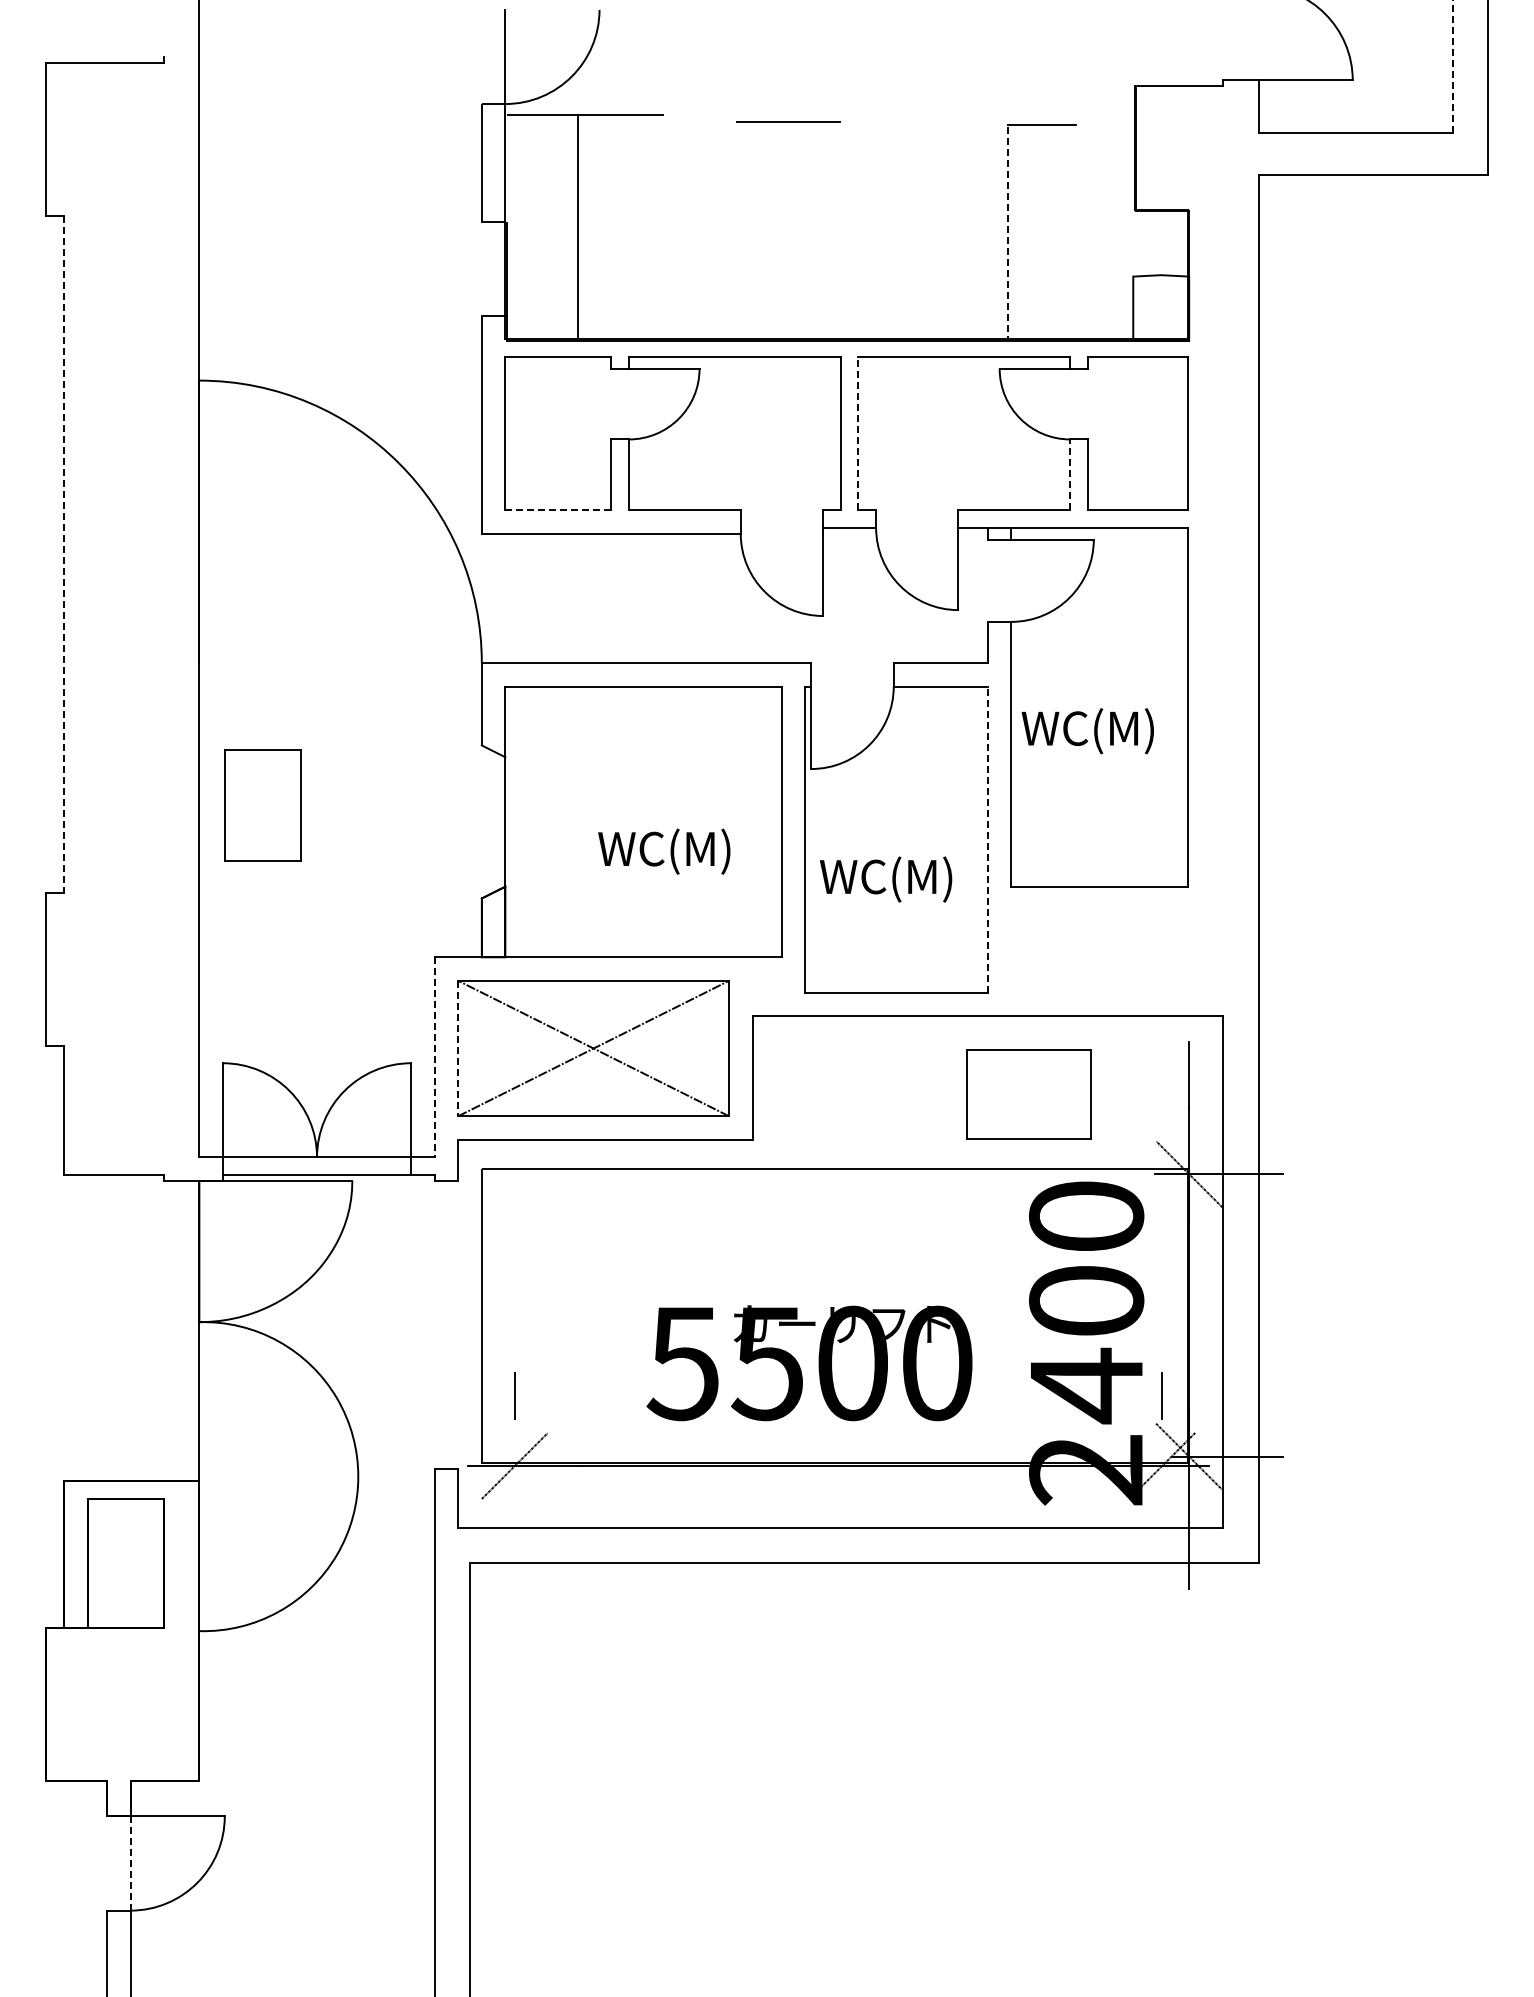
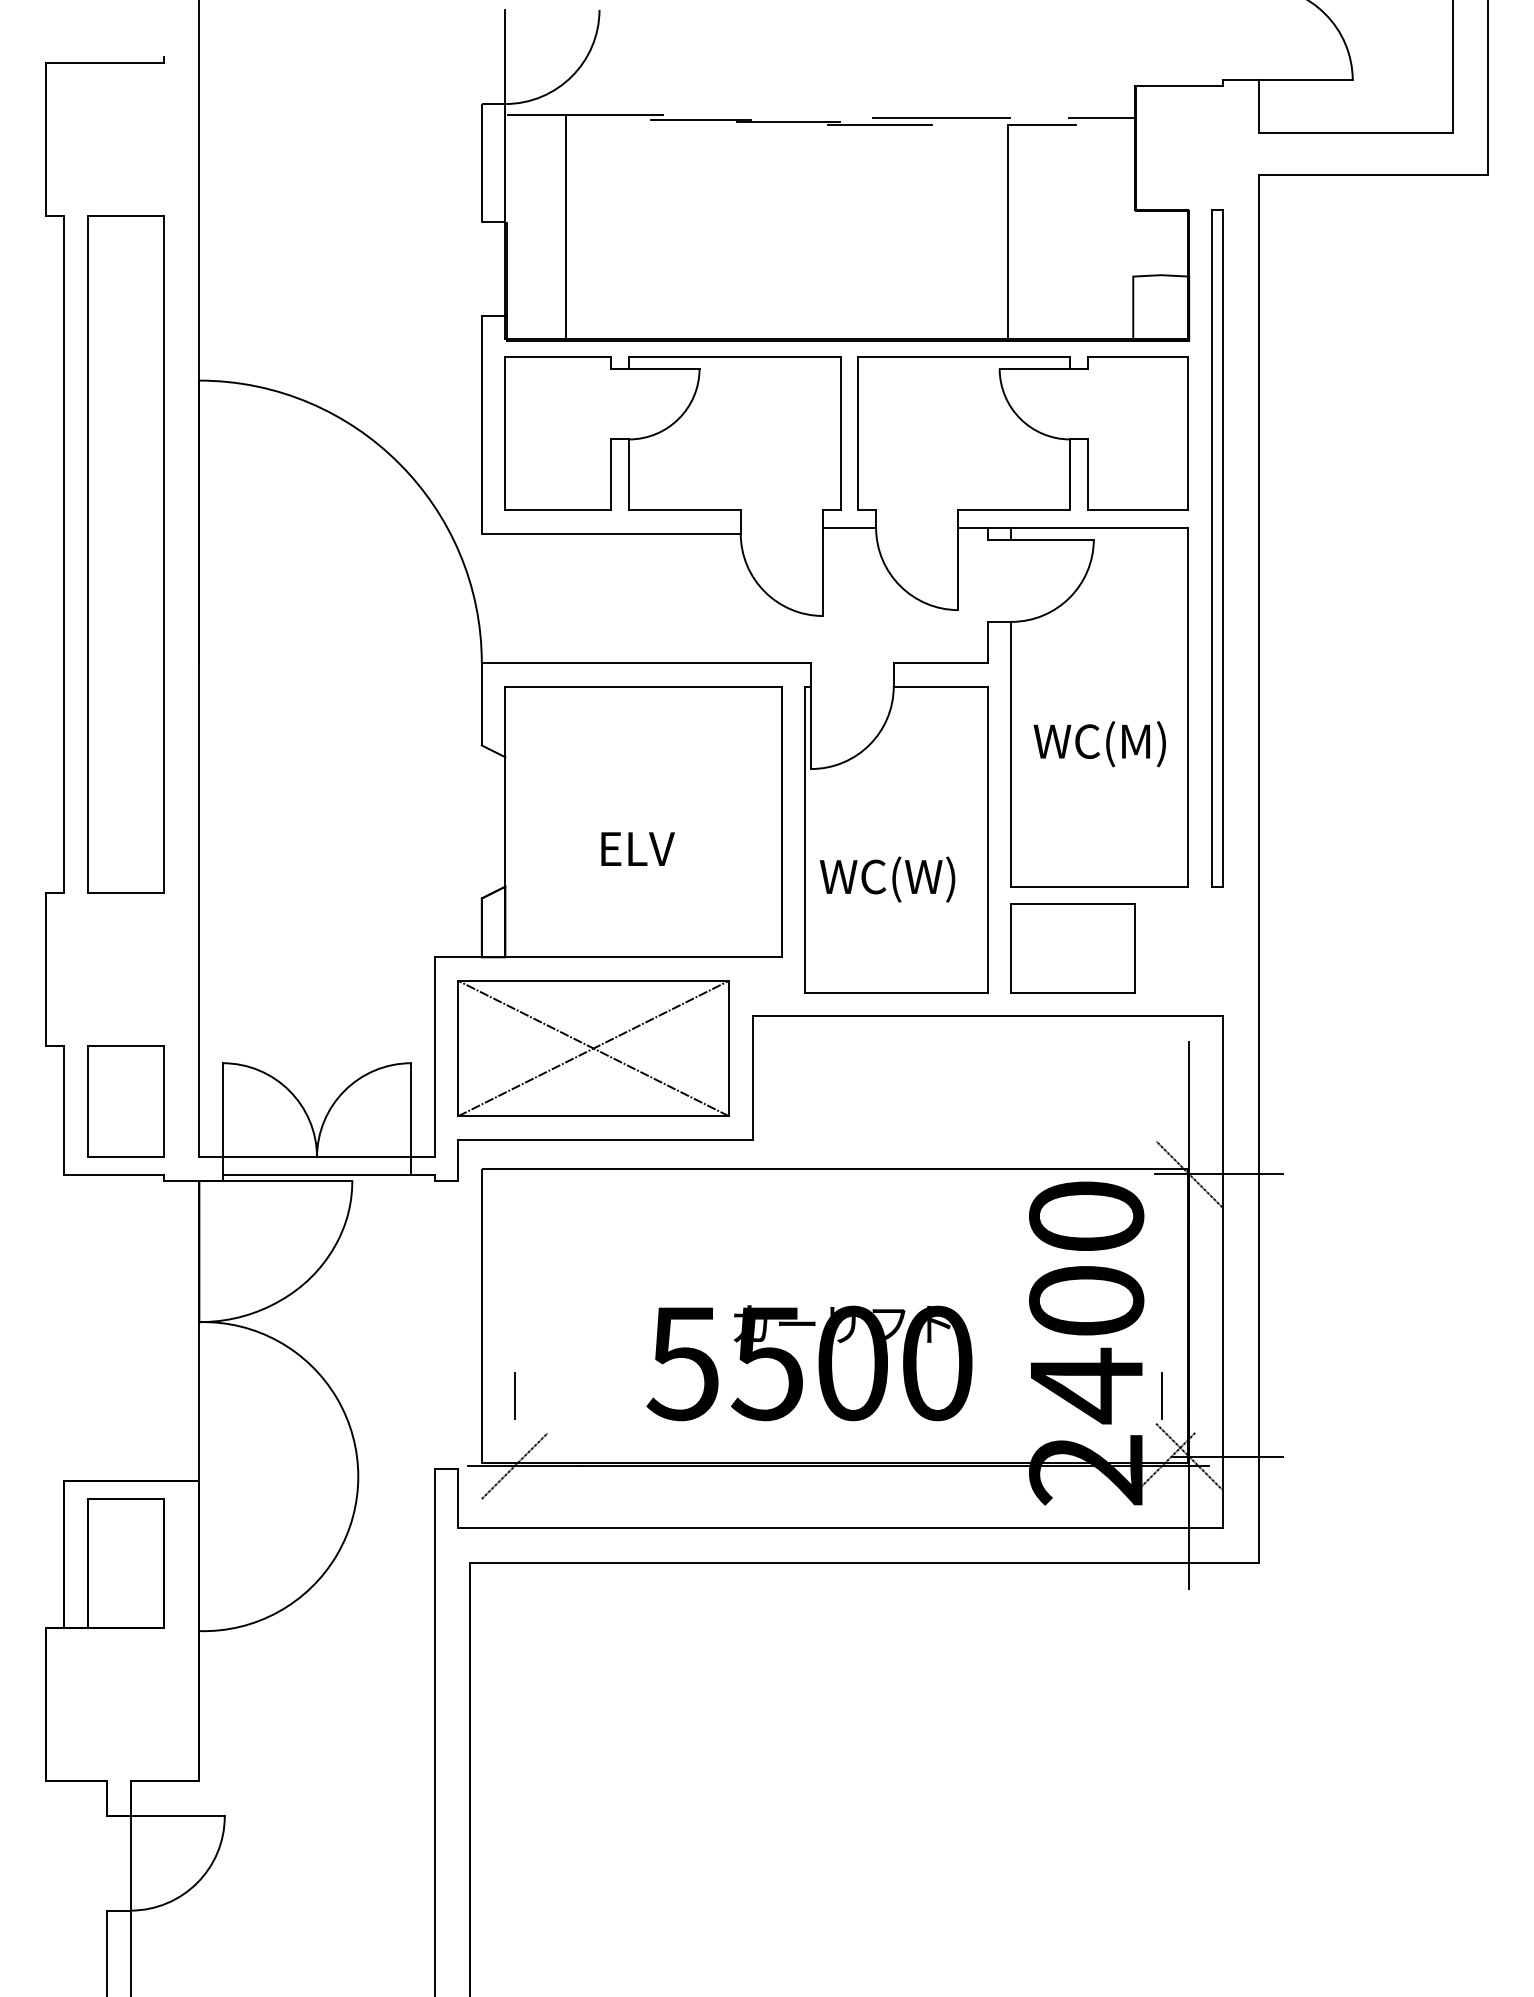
line at (1452, 66): dashed -> solid
line at (1102, 117): none -> present
line at (941, 118): none -> present
line at (701, 119): none -> present
line at (880, 124): none -> present
line at (577, 227) position: (577, 227) -> (565, 227)
line at (1008, 233): dashed -> solid
line at (858, 433): dashed -> solid
line at (1070, 474): dashed -> solid
line at (558, 510): dashed -> solid
part at (1217, 548): none -> present
line at (64, 554): dashed -> solid
part at (125, 554): none -> present
text at (1087, 731) position: (1087, 731) -> (1099, 744)
part at (262, 805) position: (262, 805) -> (125, 1101)
line at (987, 839): dashed -> solid
text at (664, 851): WC(M) -> ELV
text at (930, 879): WC(M) -> WC(W)
line at (458, 1048): dashed -> solid
line at (434, 1057): dashed -> solid
part at (1028, 1094) position: (1028, 1094) -> (1072, 948)
line at (130, 1863): dashed -> solid
